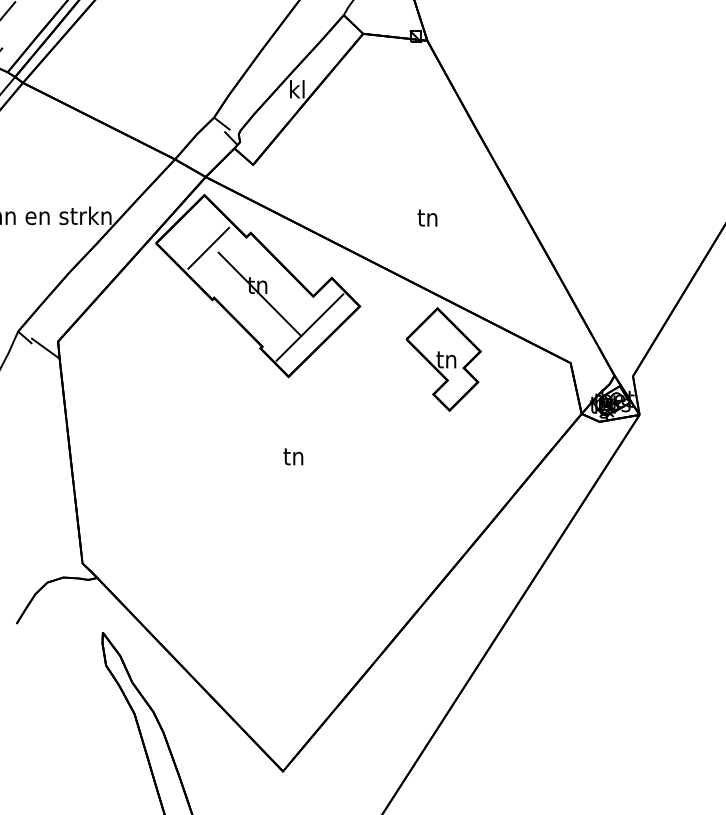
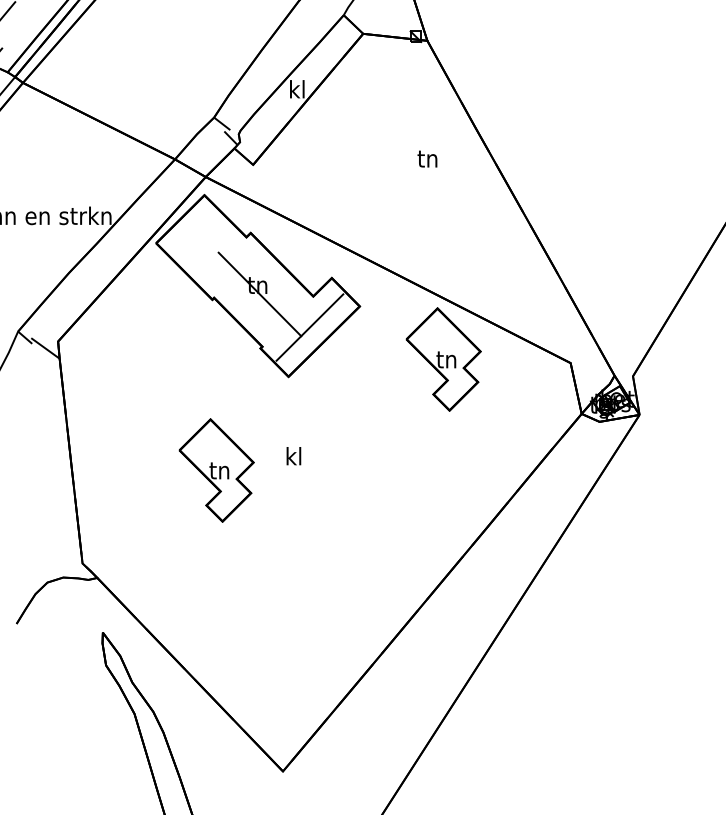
text at (427, 217) position: (427, 217) -> (427, 158)
line at (208, 247): present -> none
text at (293, 456): tn -> kl
part at (216, 470): none -> present
